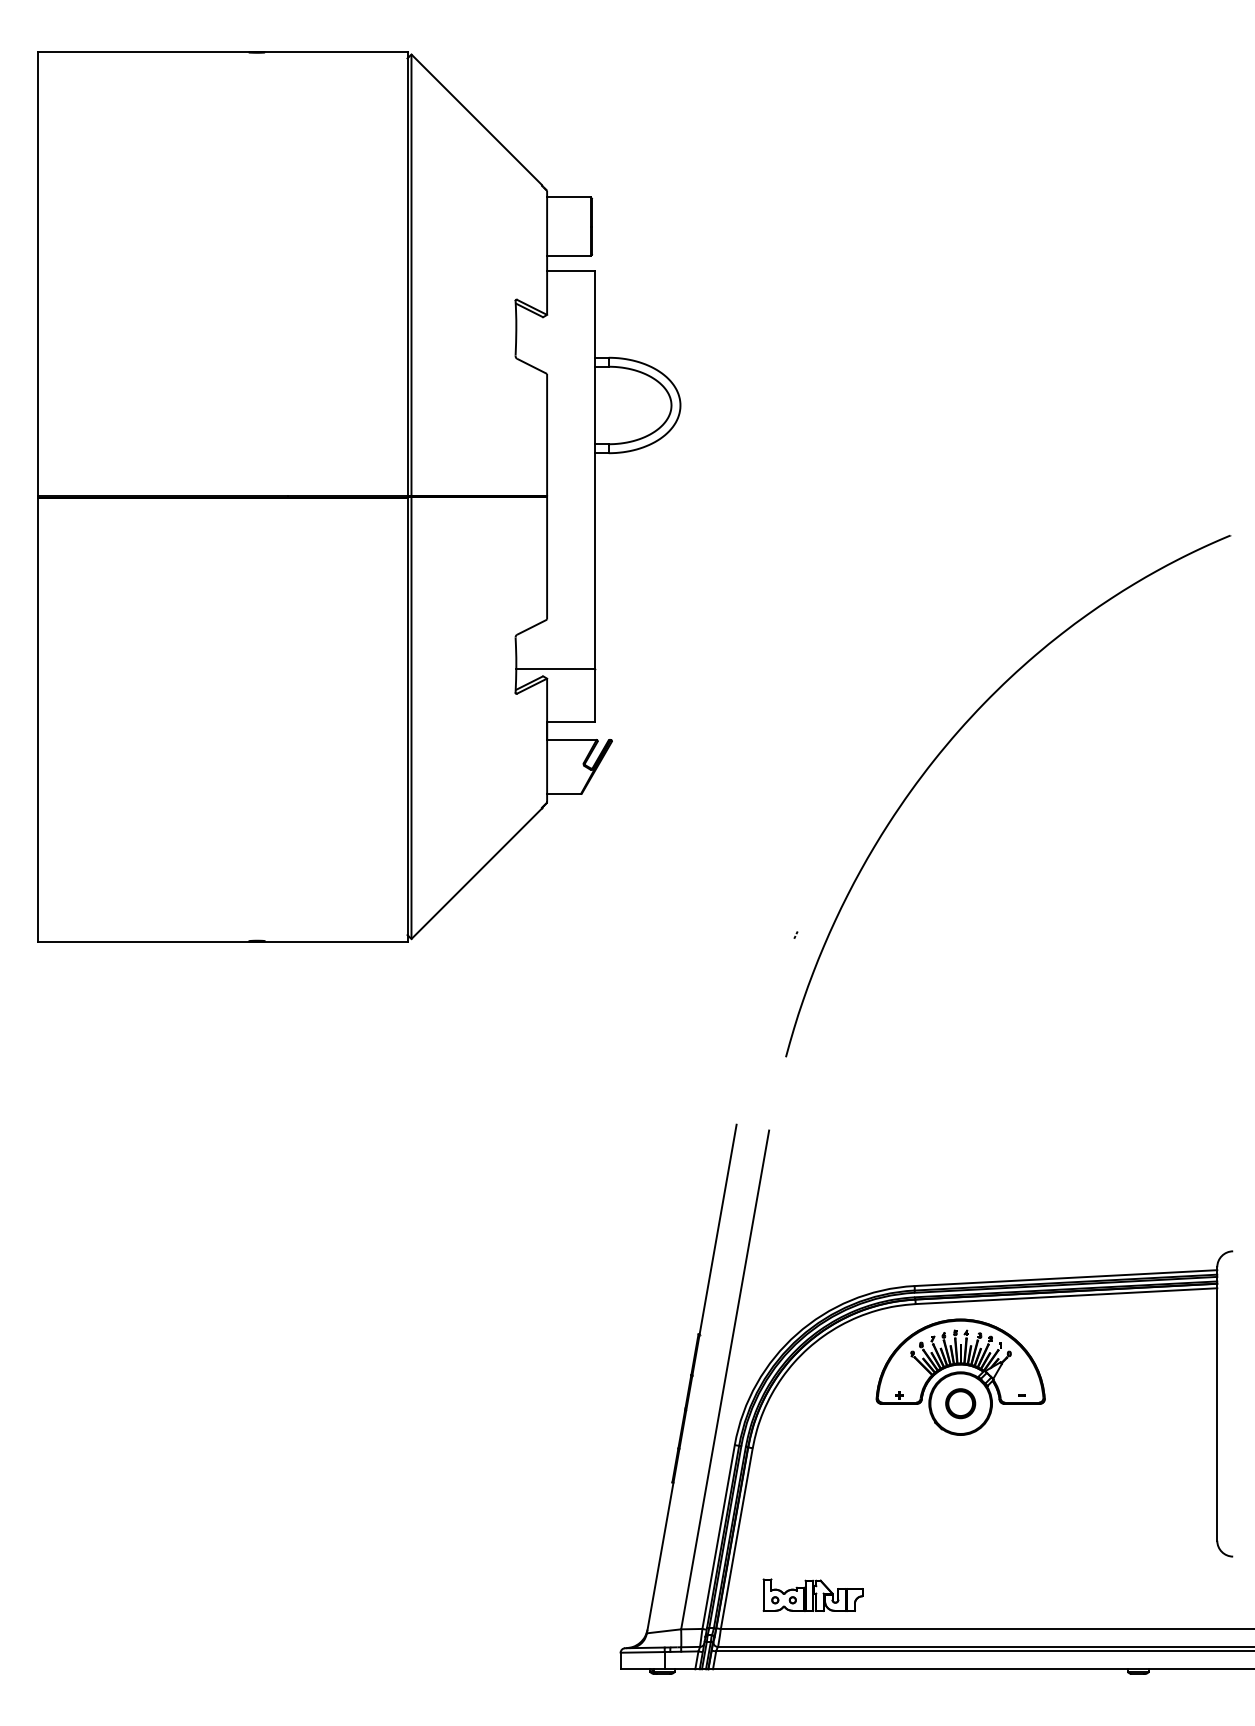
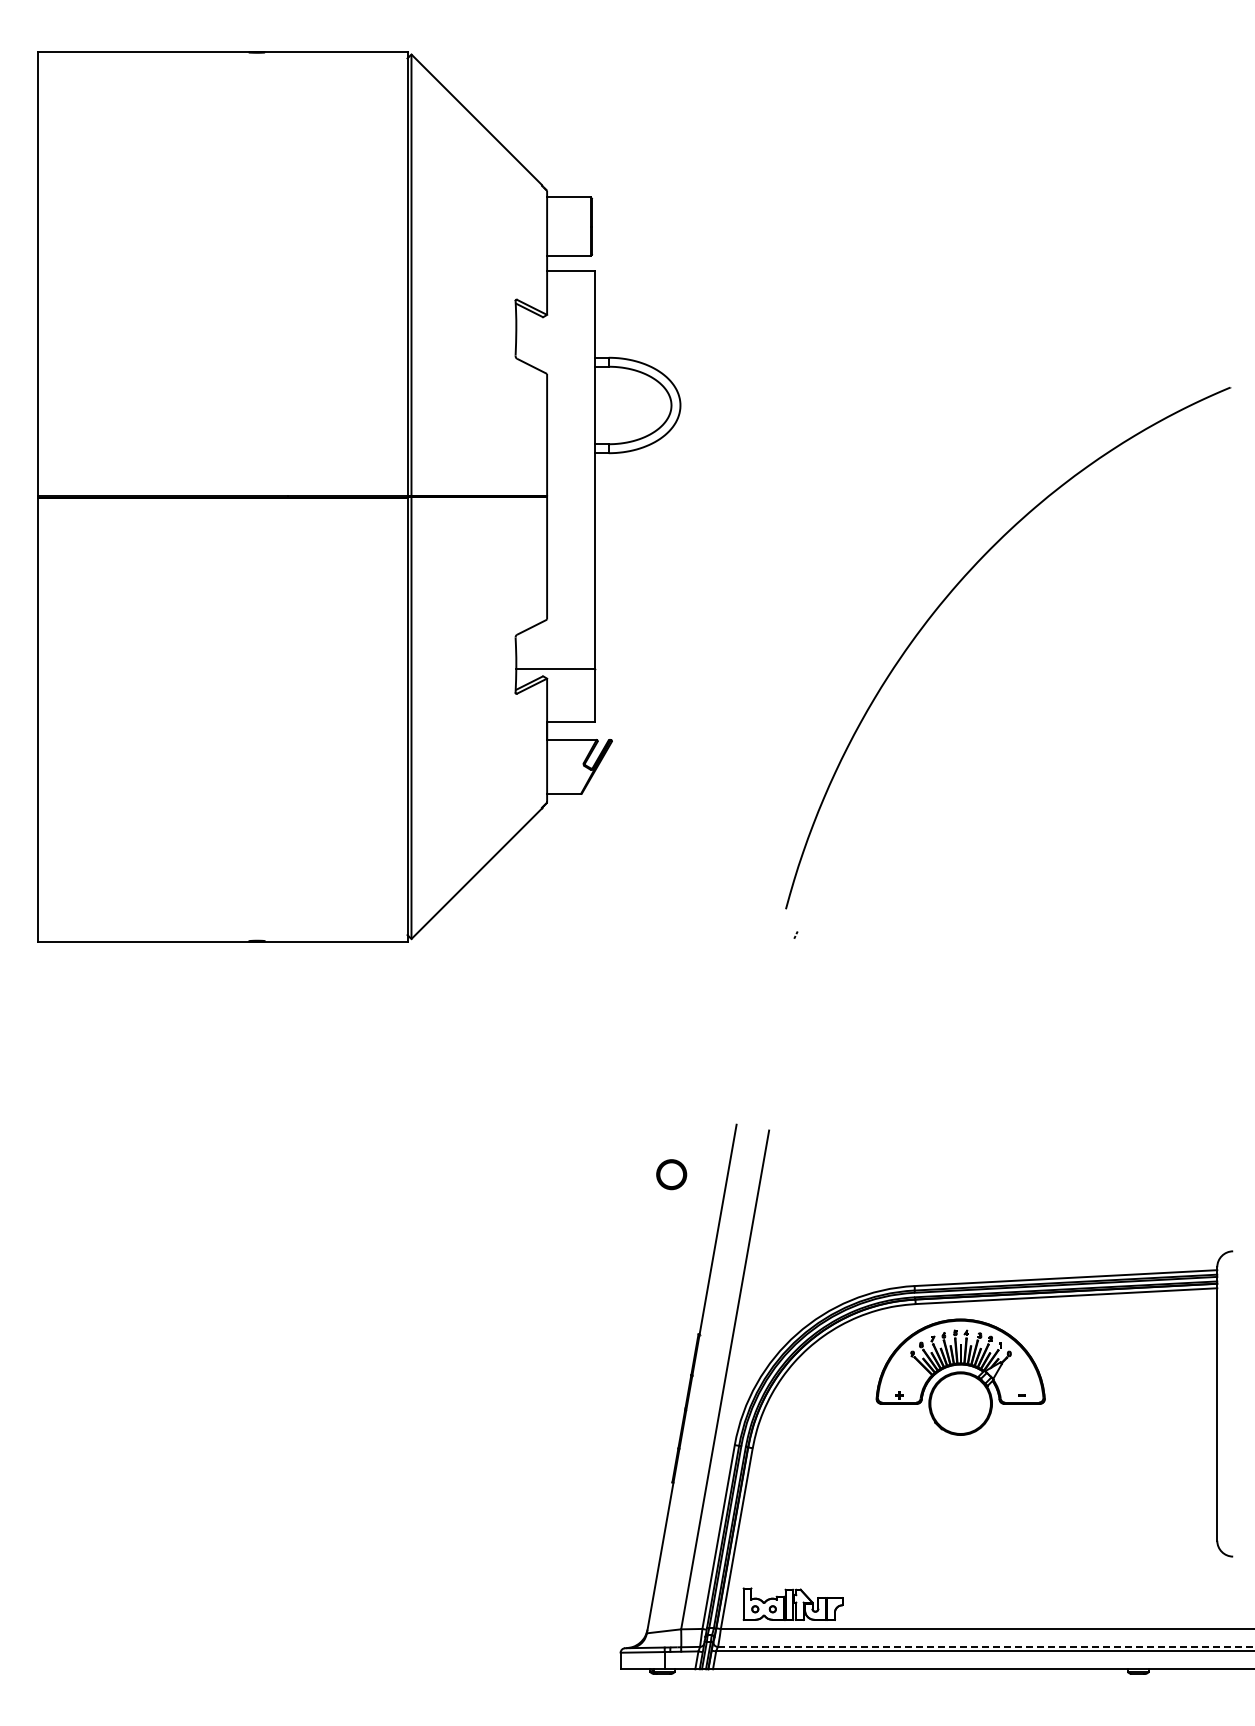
curve at (945, 748) position: (945, 748) -> (945, 600)
part at (960, 1403) position: (960, 1403) -> (671, 1174)
part at (812, 1594) position: (812, 1594) -> (792, 1603)
line at (986, 1646): solid -> dashed
